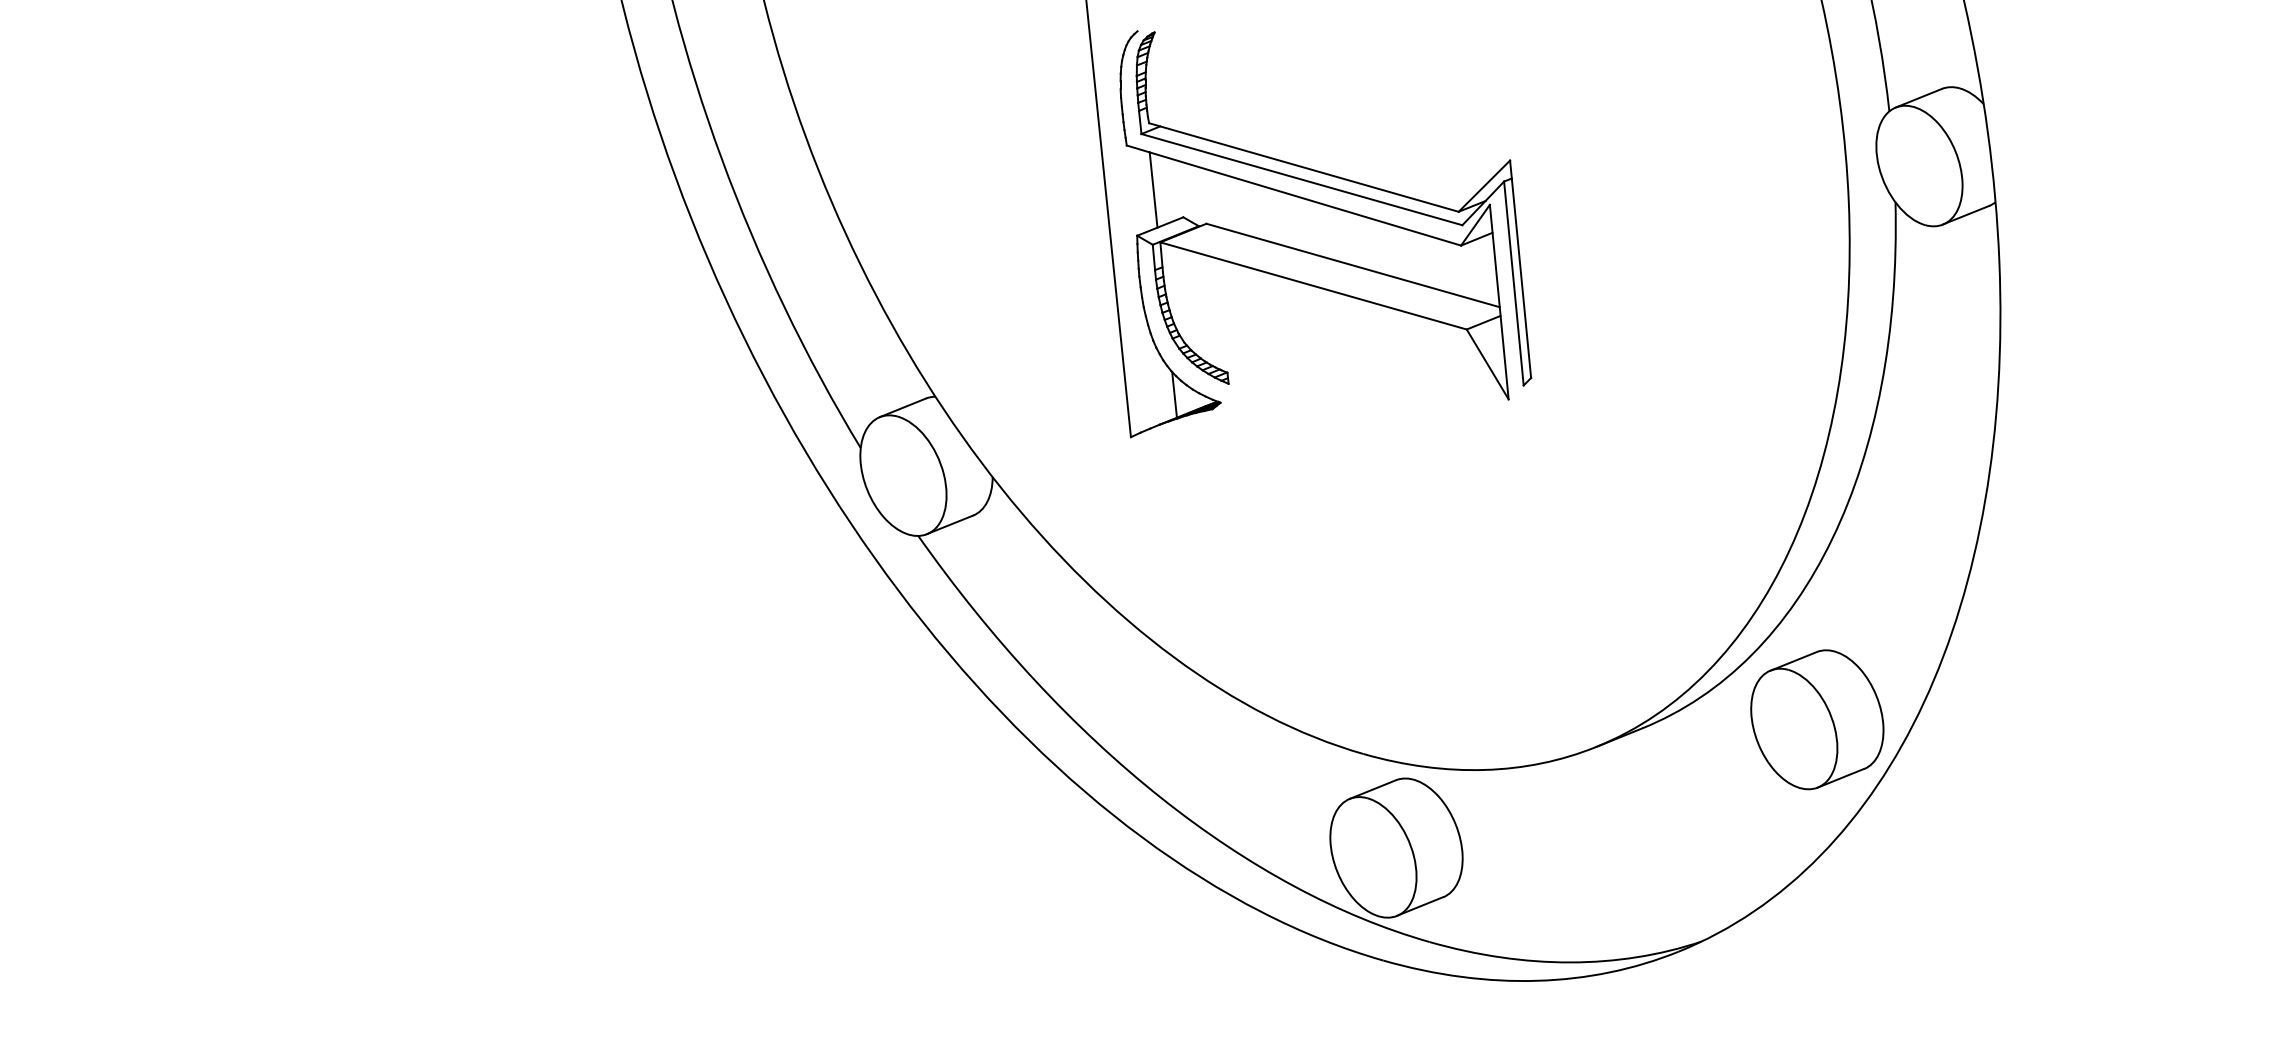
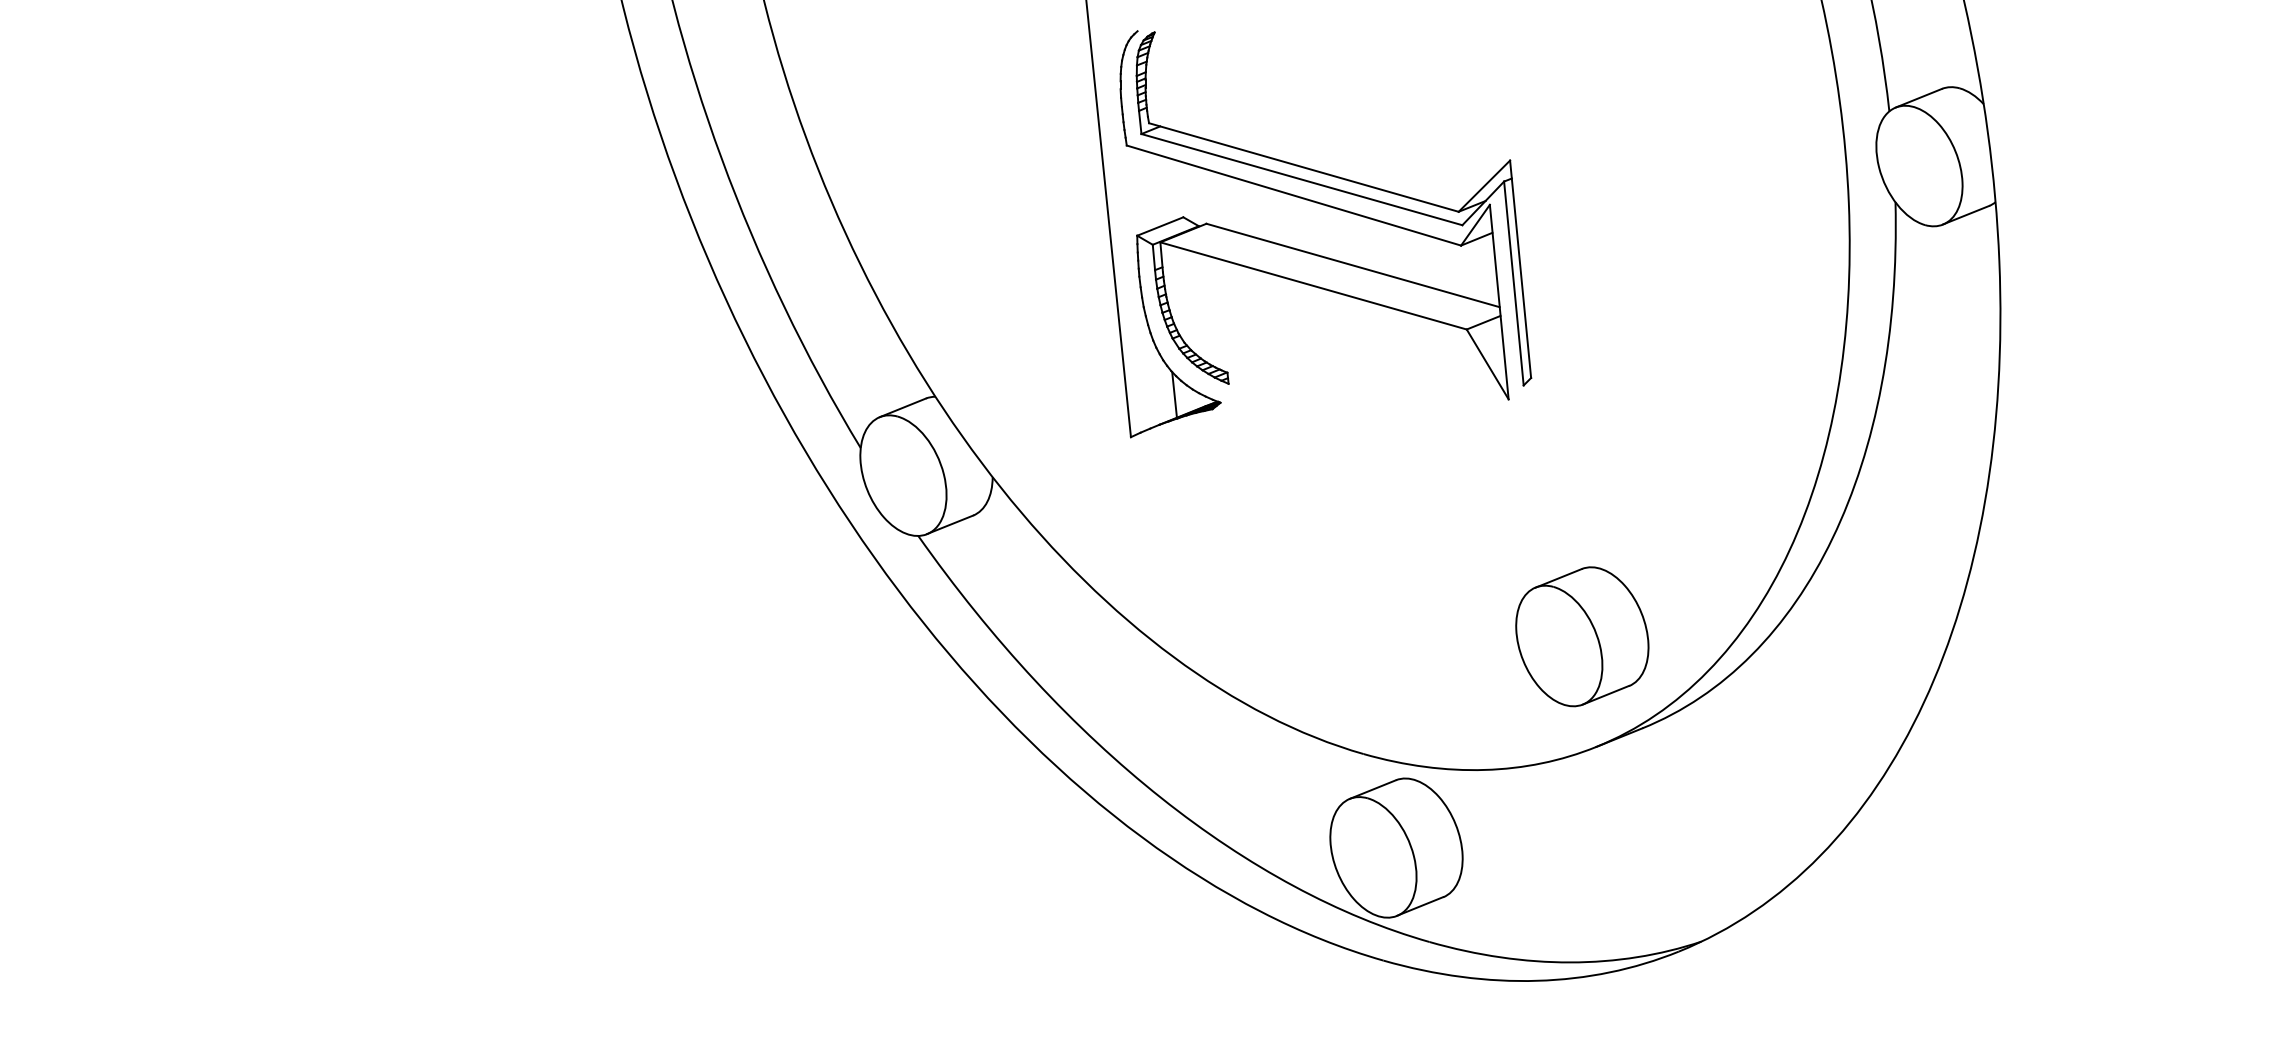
line at (1153, 189): present -> none
part at (1817, 719) position: (1817, 719) -> (1582, 636)
